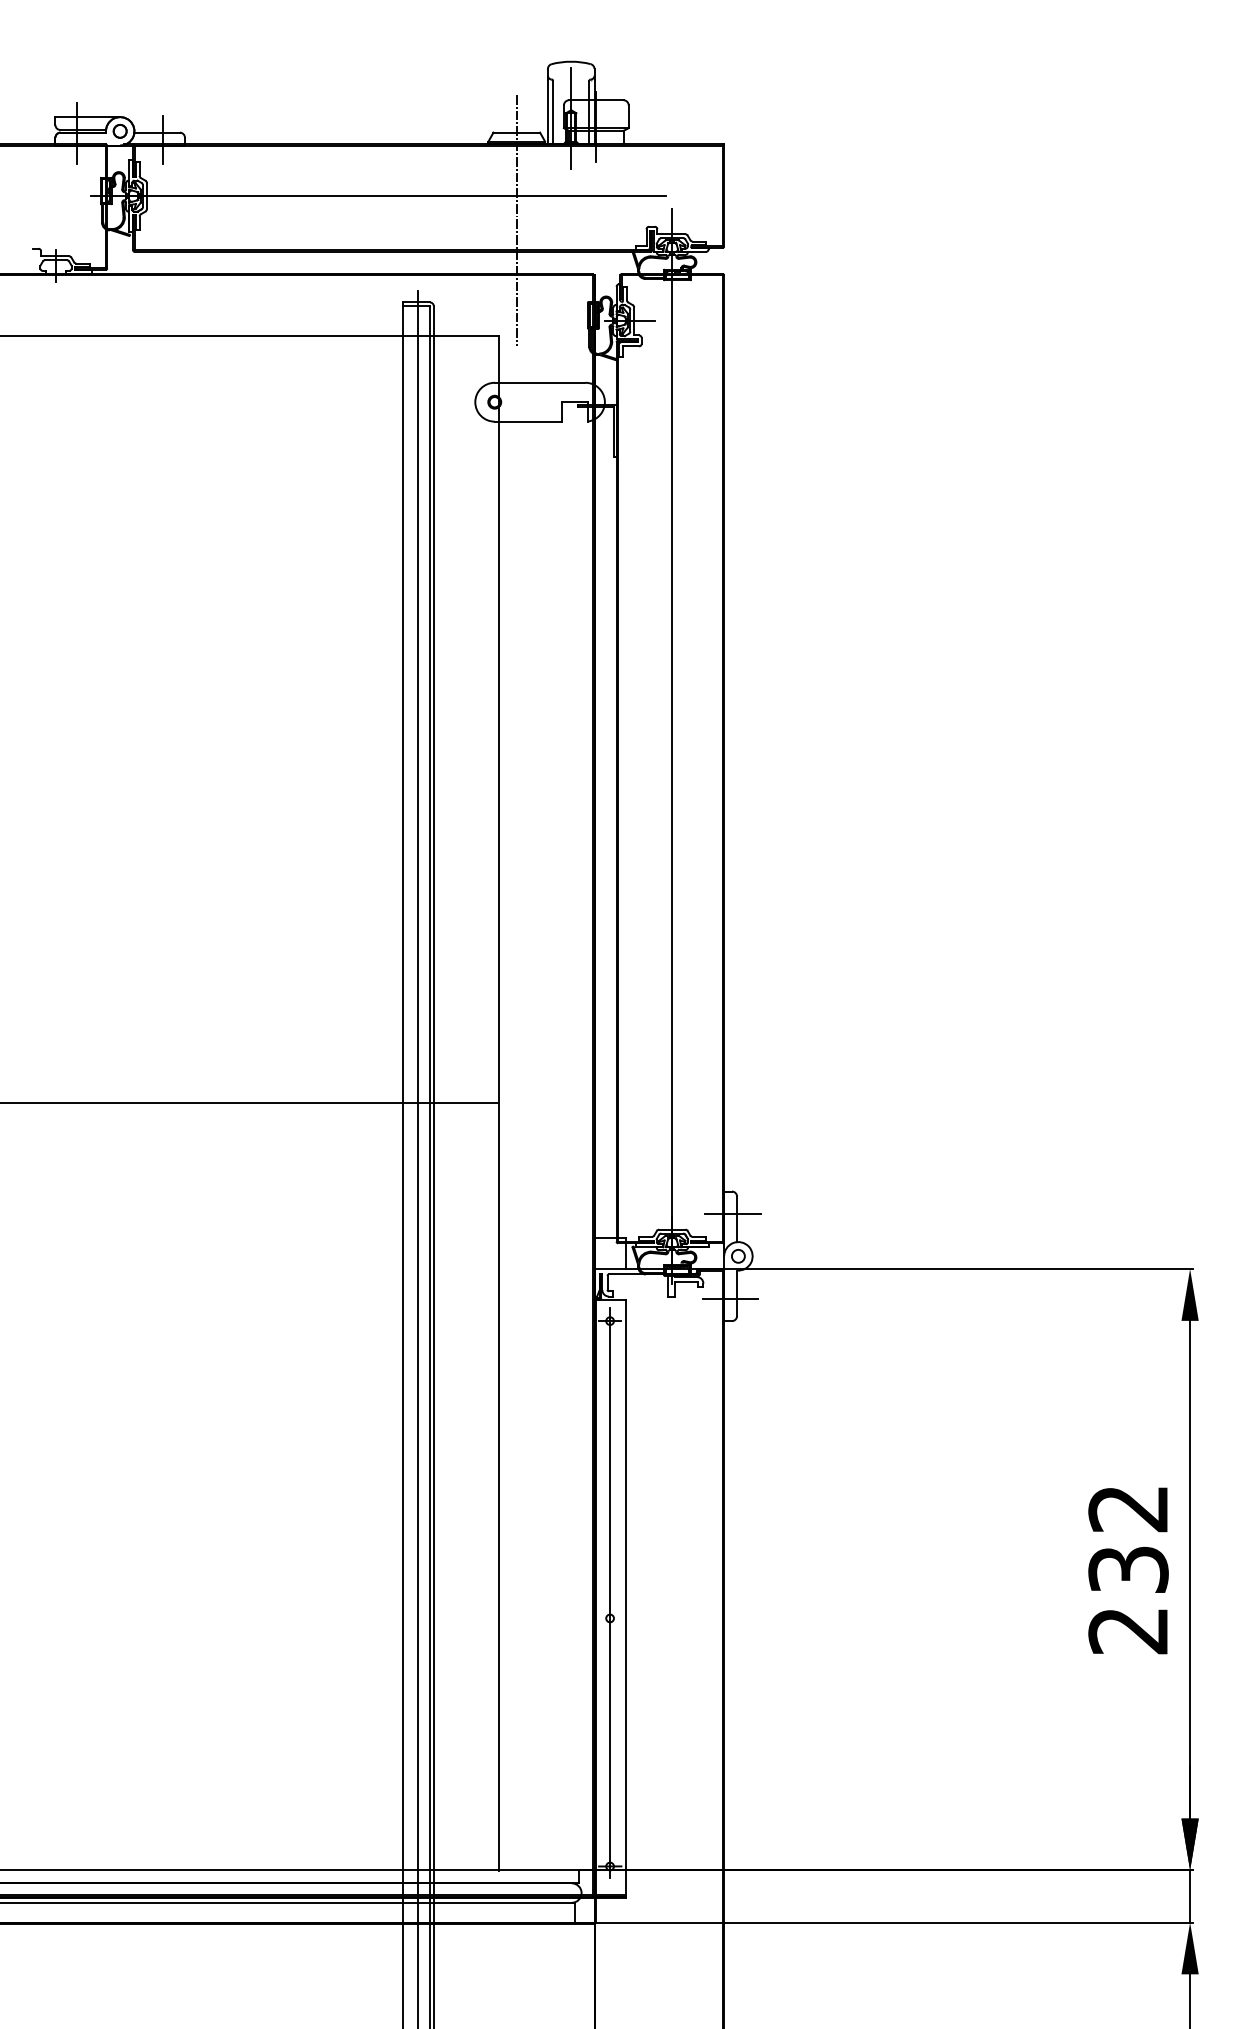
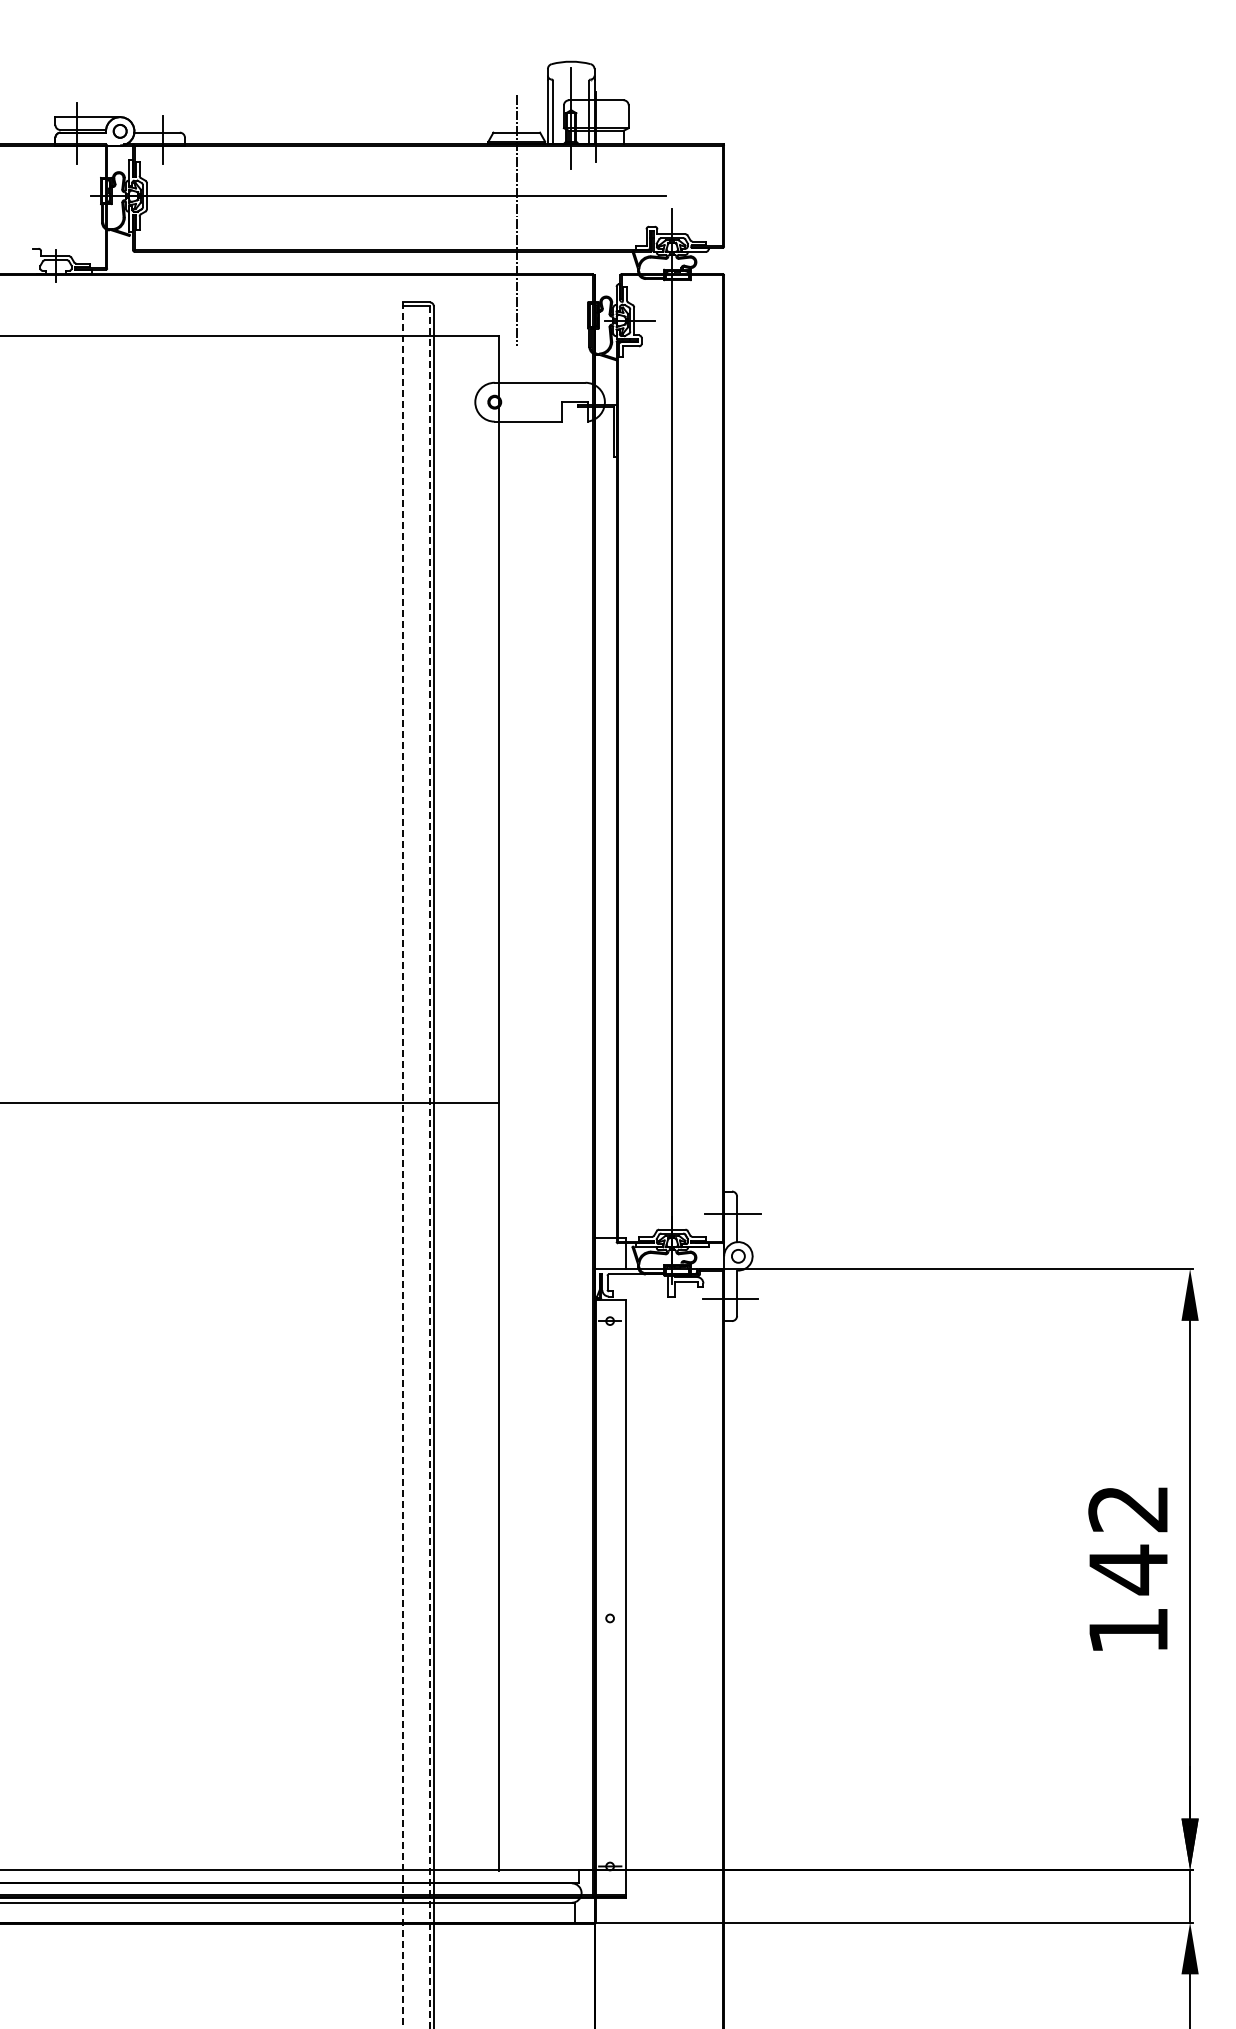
line at (418, 1158): present -> none
line at (402, 1166): solid -> dashed
line at (429, 1168): solid -> dashed
line at (610, 1592): present -> none
text at (1128, 1599): 232 -> 142
